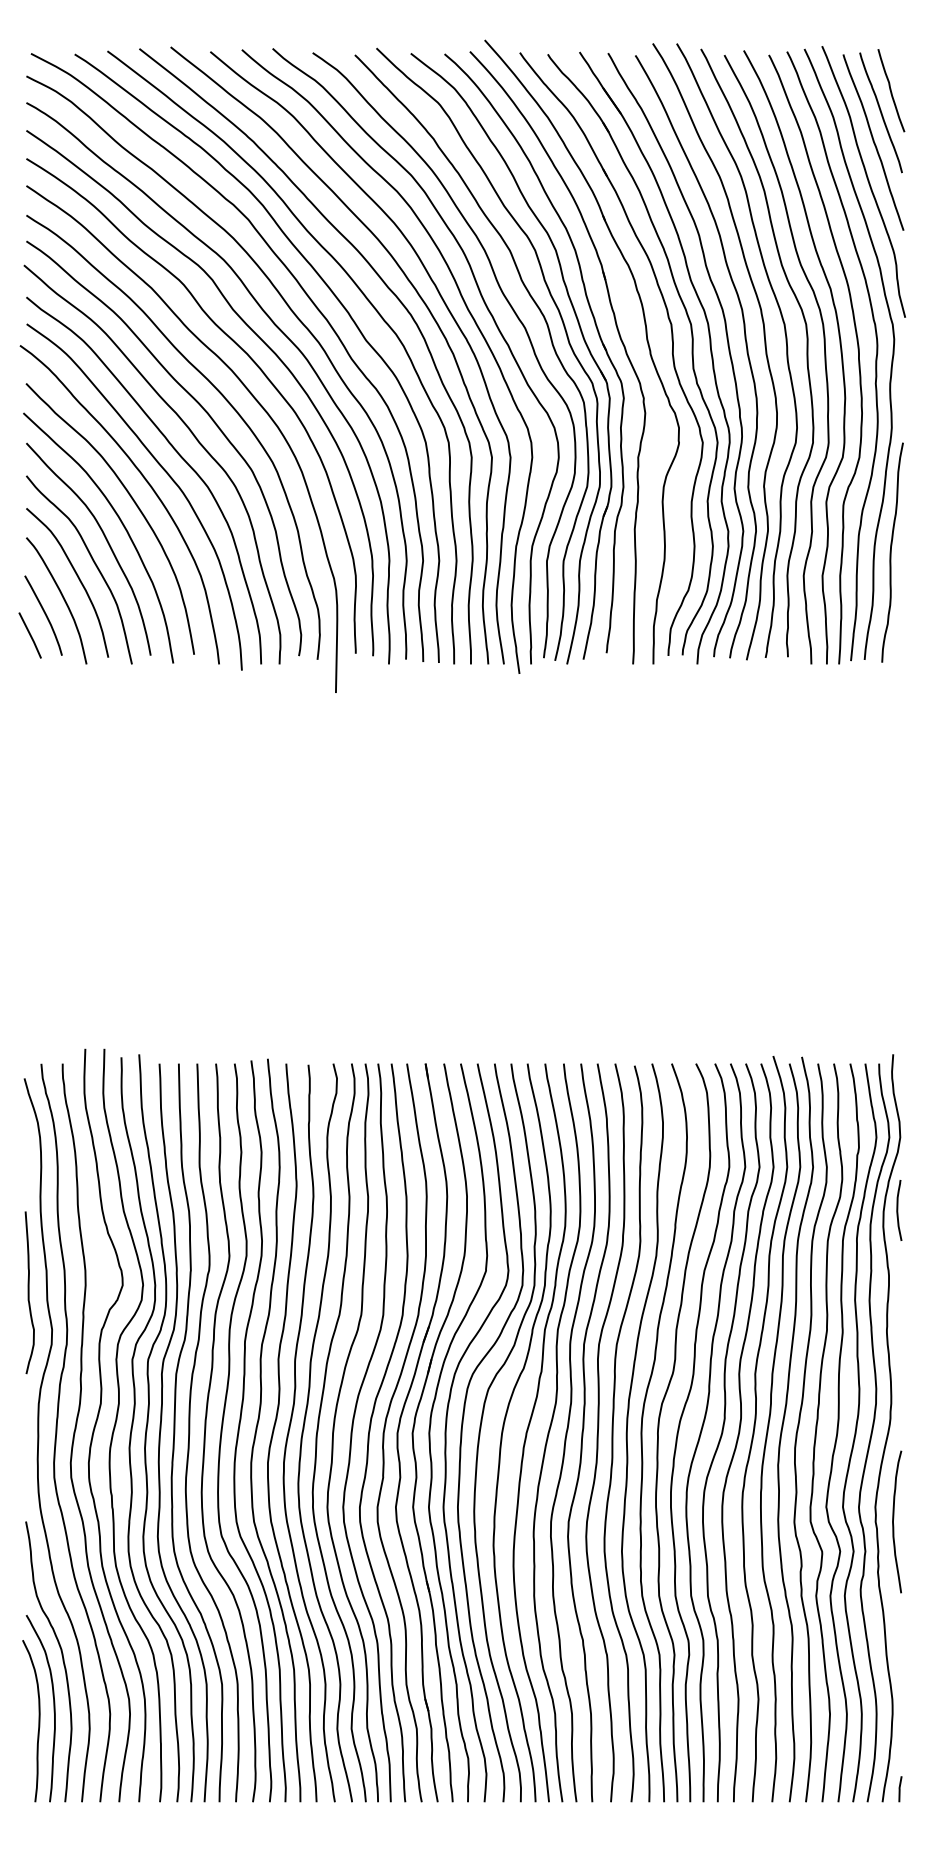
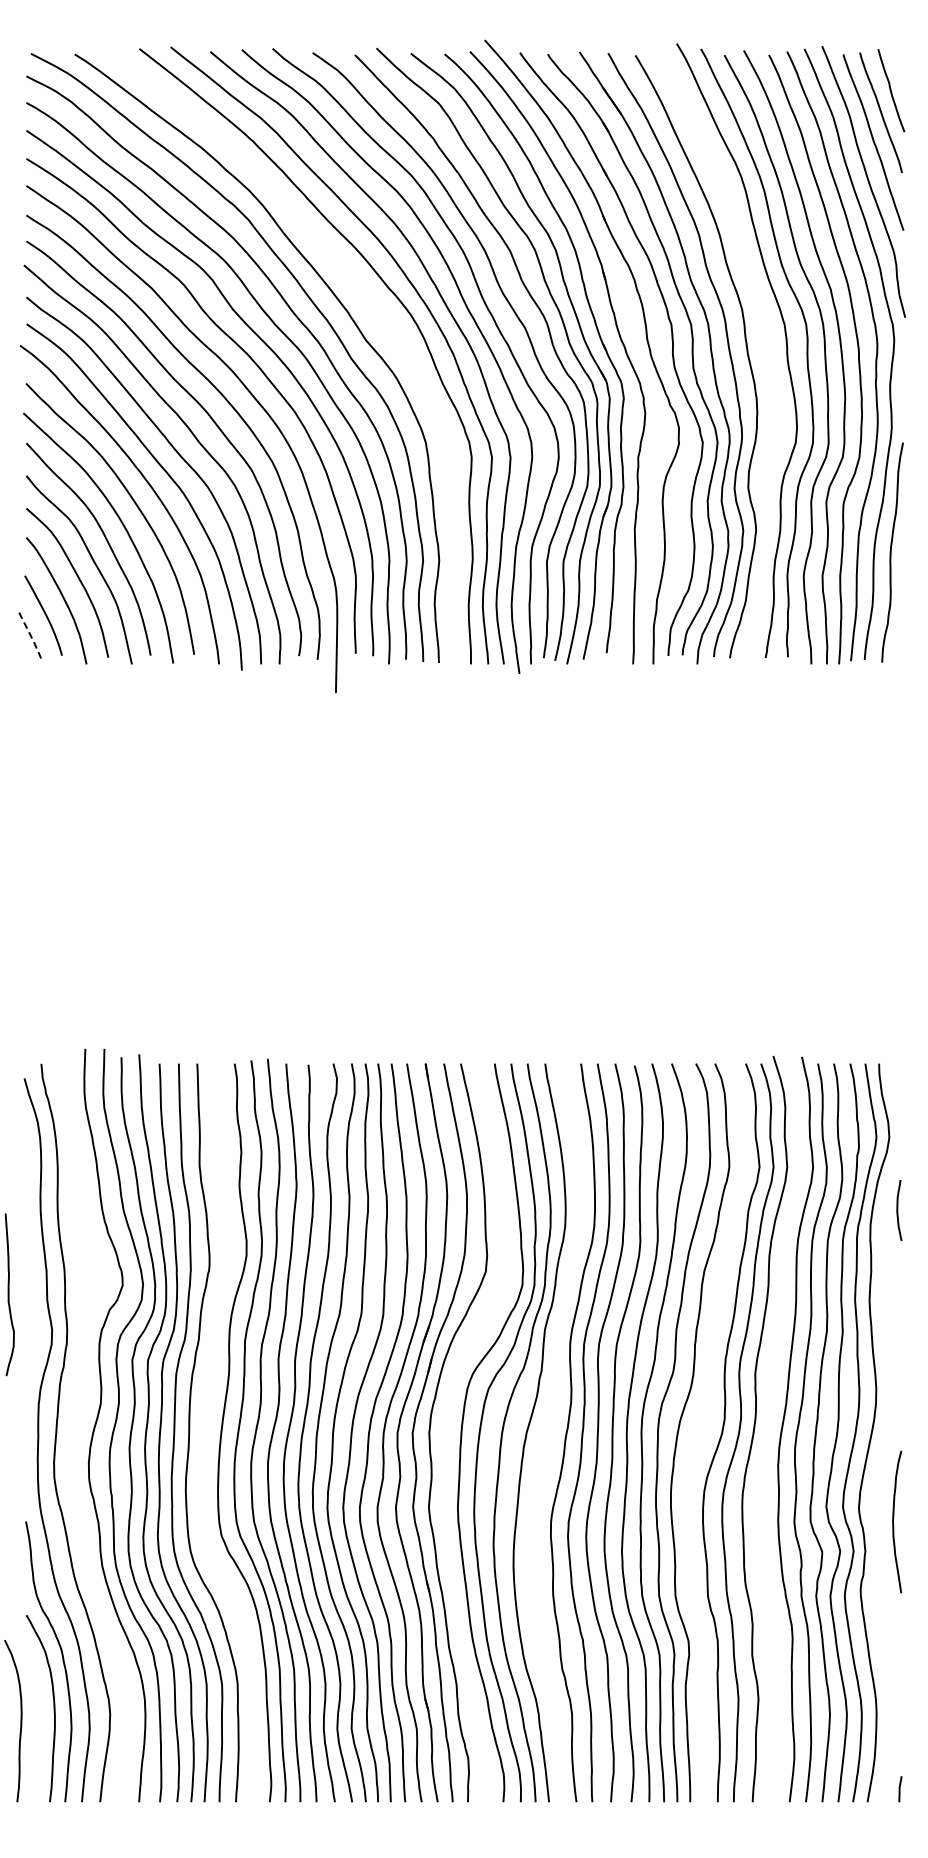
curve at (361, 293): present -> none
curve at (764, 346): present -> none
line at (30, 636): solid -> dashed
curve at (29, 1292) position: (29, 1292) -> (9, 1294)
curve at (703, 1427): present -> none
curve at (888, 1428): present -> none
curve at (76, 1429): present -> none
curve at (206, 1429): present -> none
curve at (550, 1430): present -> none
curve at (446, 1432): present -> none
curve at (768, 1432): present -> none
curve at (38, 1721) position: (38, 1721) -> (20, 1721)
